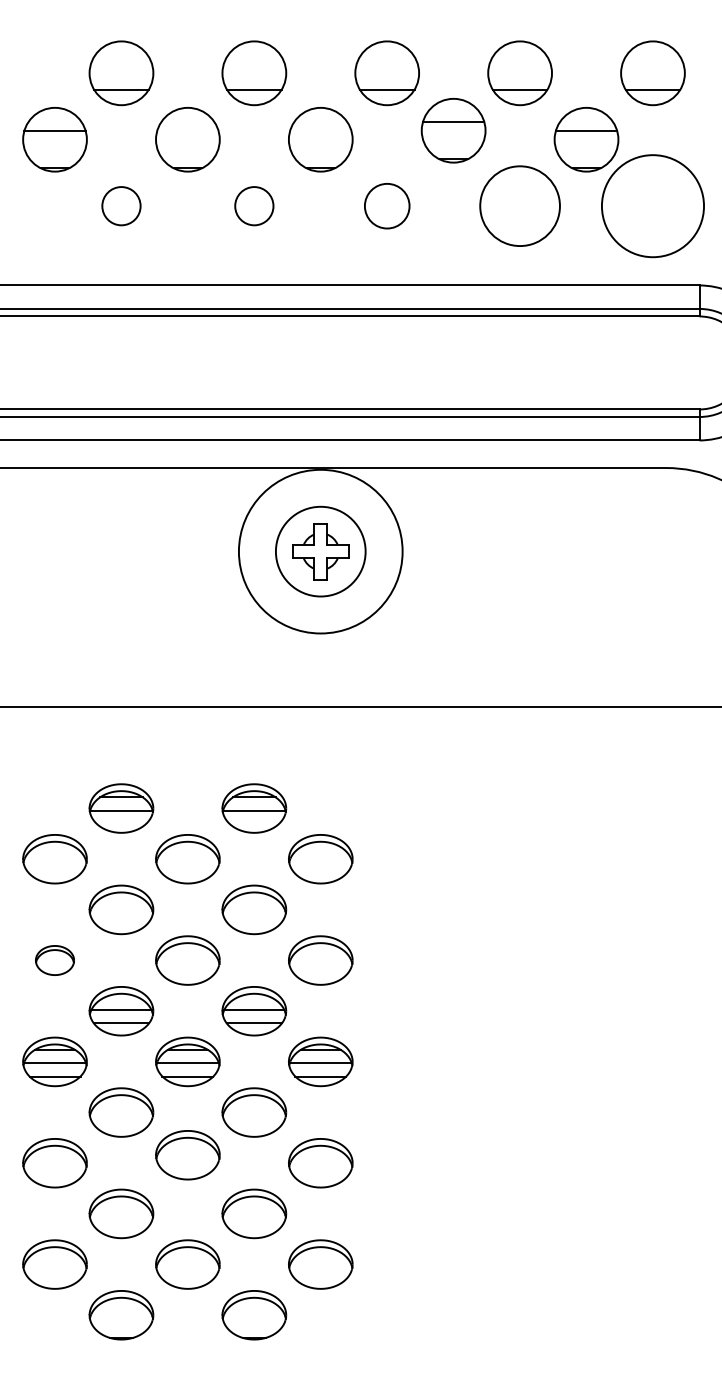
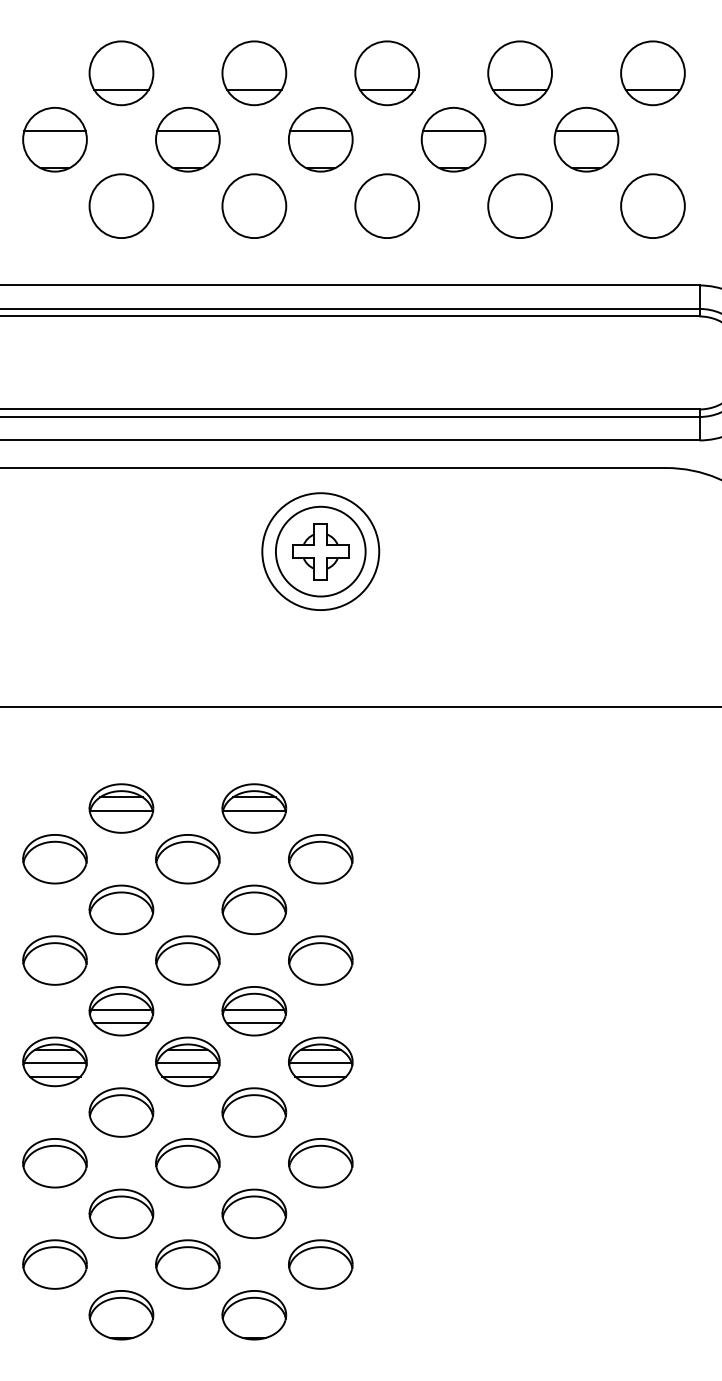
line at (187, 130): none -> present
line at (320, 130): none -> present
part at (453, 130) position: (453, 130) -> (453, 139)
circle at (386, 205) diameter: 45 px -> 64 px
circle at (121, 206) diameter: 38 px -> 64 px
circle at (254, 206) diameter: 38 px -> 64 px
circle at (519, 206) diameter: 80 px -> 64 px
circle at (652, 206) diameter: 102 px -> 64 px
circle at (320, 551) diameter: 164 px -> 117 px
part at (54, 960) size: 40x31 px -> 66x51 px
part at (187, 1155) position: (187, 1155) -> (187, 1163)
